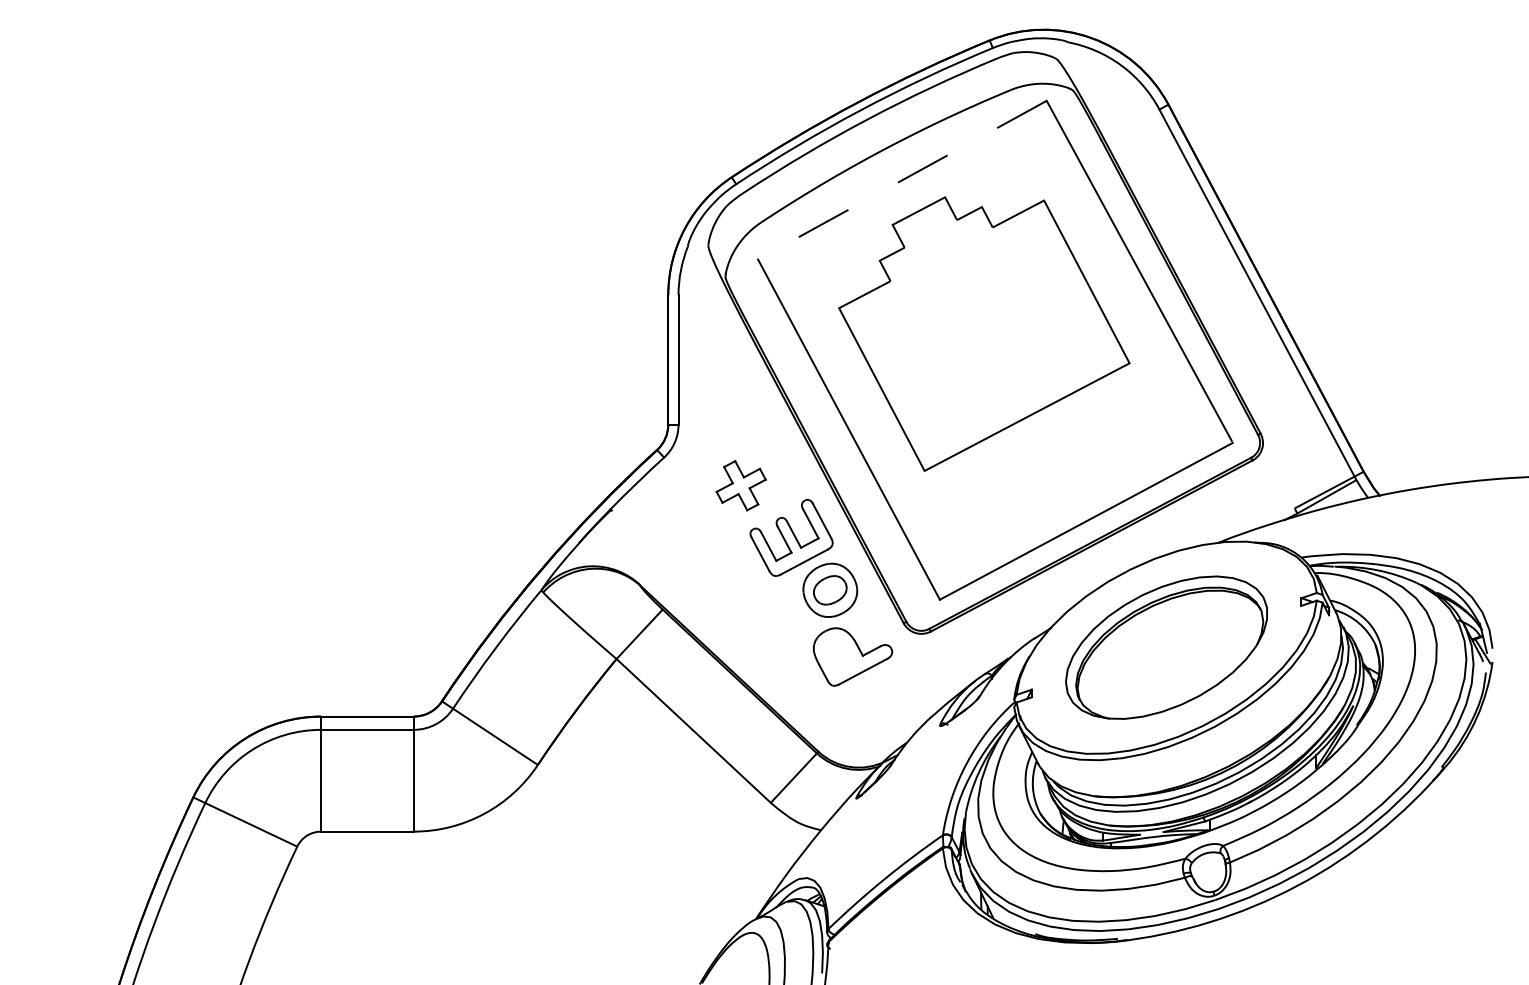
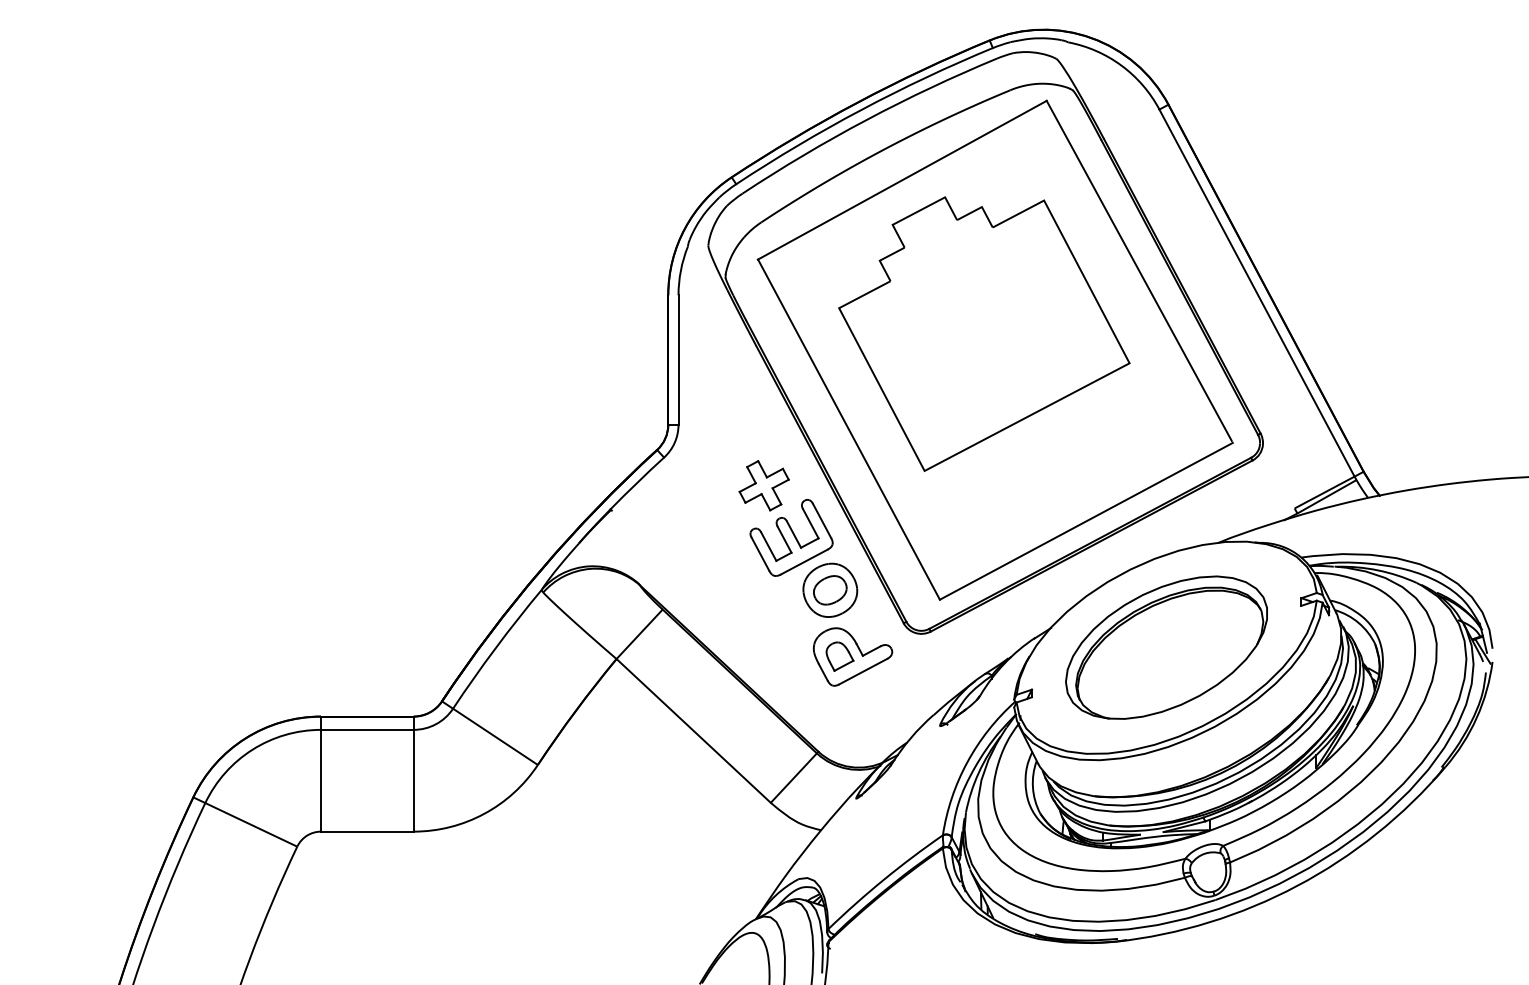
line at (902, 180): dashed -> solid
part at (740, 485) position: (740, 485) -> (763, 485)
part at (839, 656): none -> present
